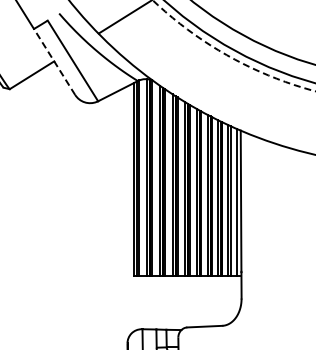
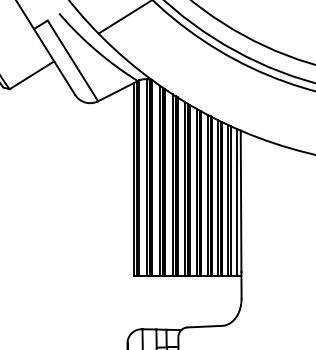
arc at (229, 56): dashed -> solid
line at (54, 61): dashed -> solid
